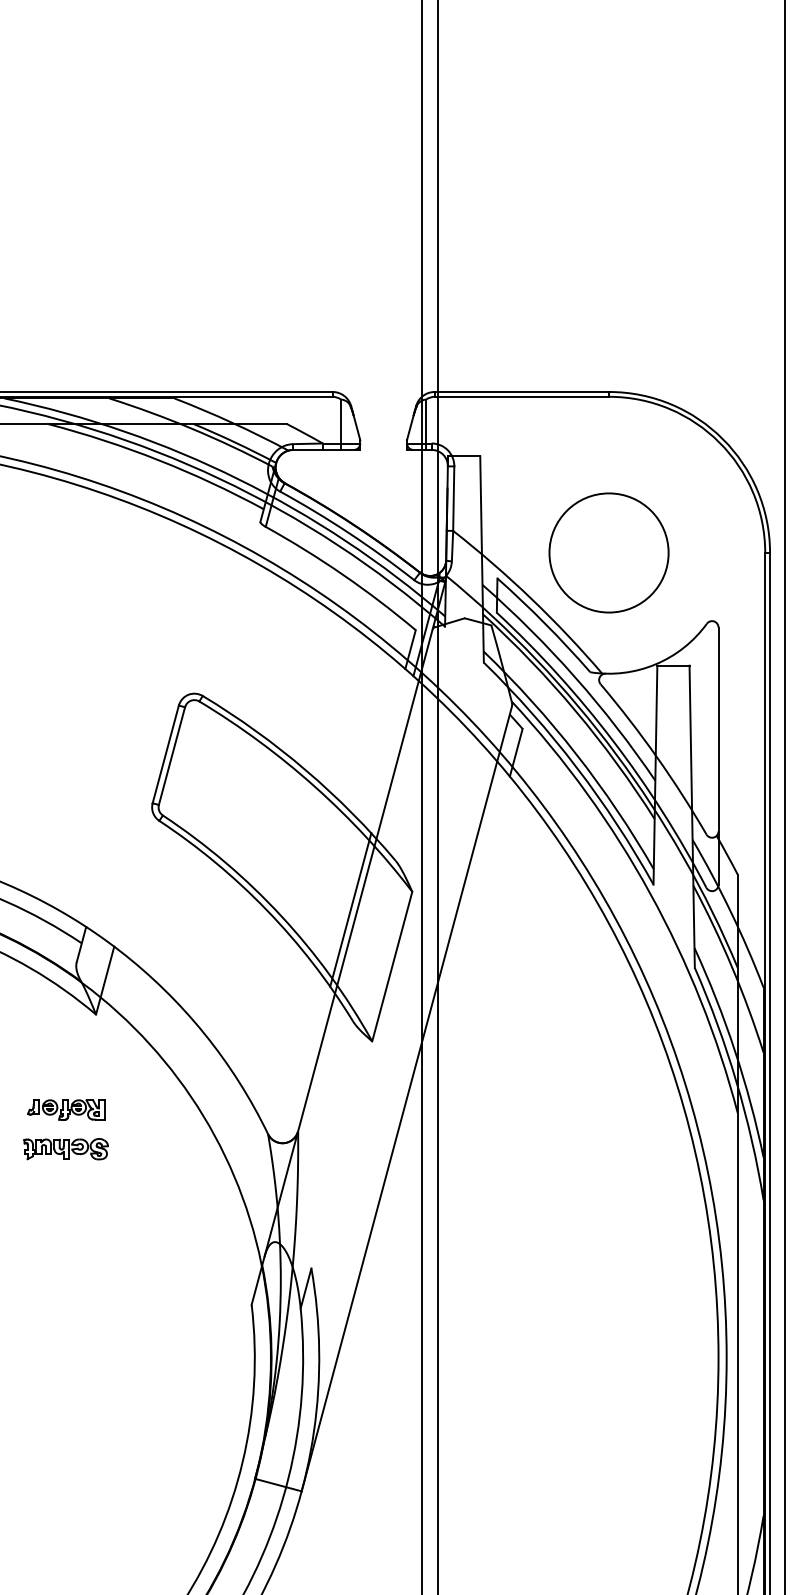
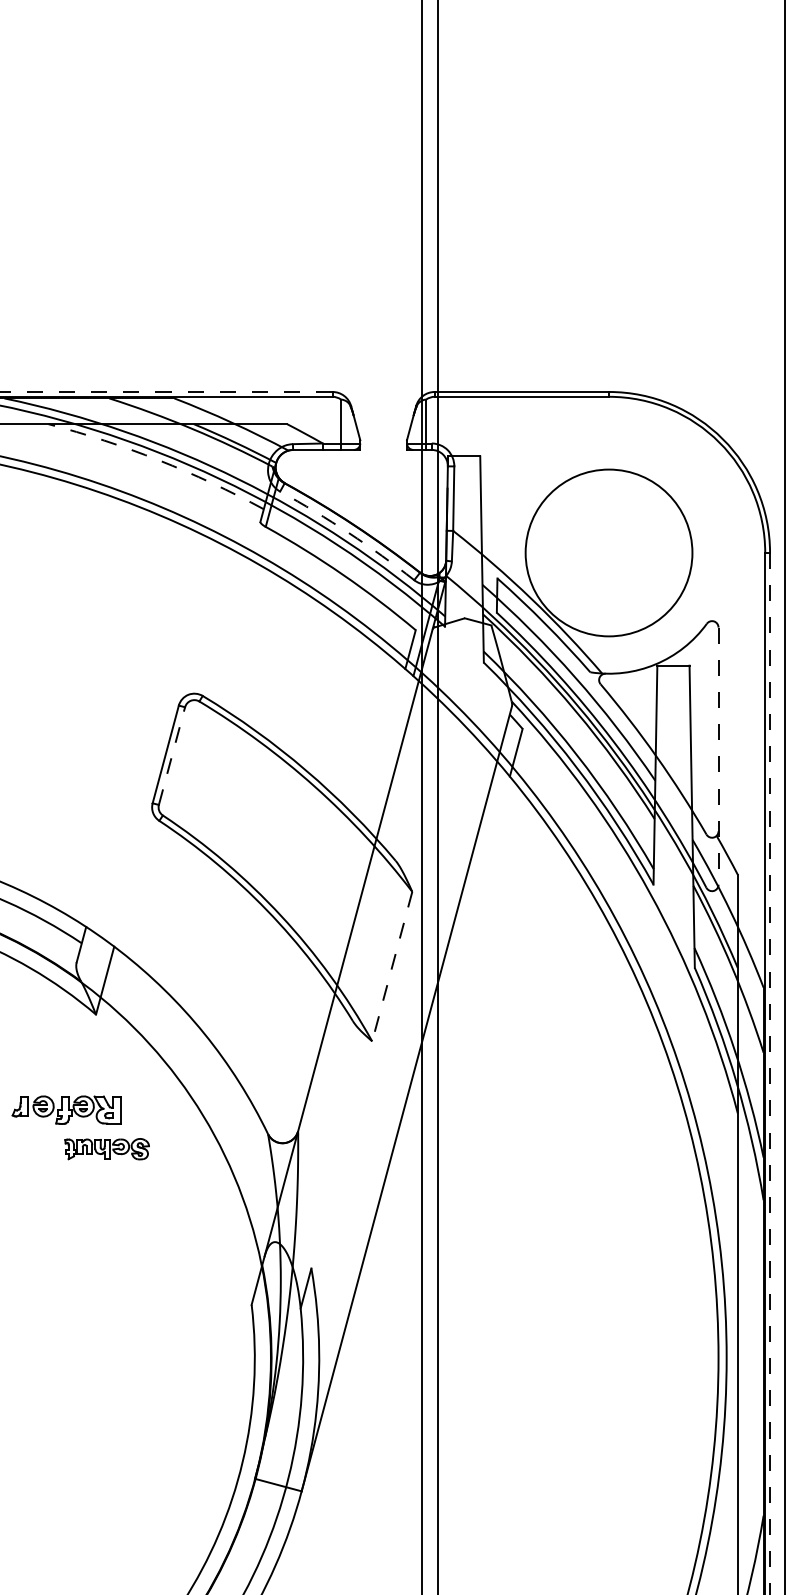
line at (166, 391): solid -> dashed
arc at (158, 460): solid -> dashed
arc at (349, 533): solid -> dashed
circle at (608, 552) diameter: 119 px -> 167 px
line at (171, 756): solid -> dashed
line at (718, 756): solid -> dashed
line at (350, 909): present -> none
line at (392, 967): solid -> dashed
line at (770, 1073): solid -> dashed
part at (66, 1109) size: 79x22 px -> 111x30 px
part at (65, 1149) position: (65, 1149) -> (106, 1149)
